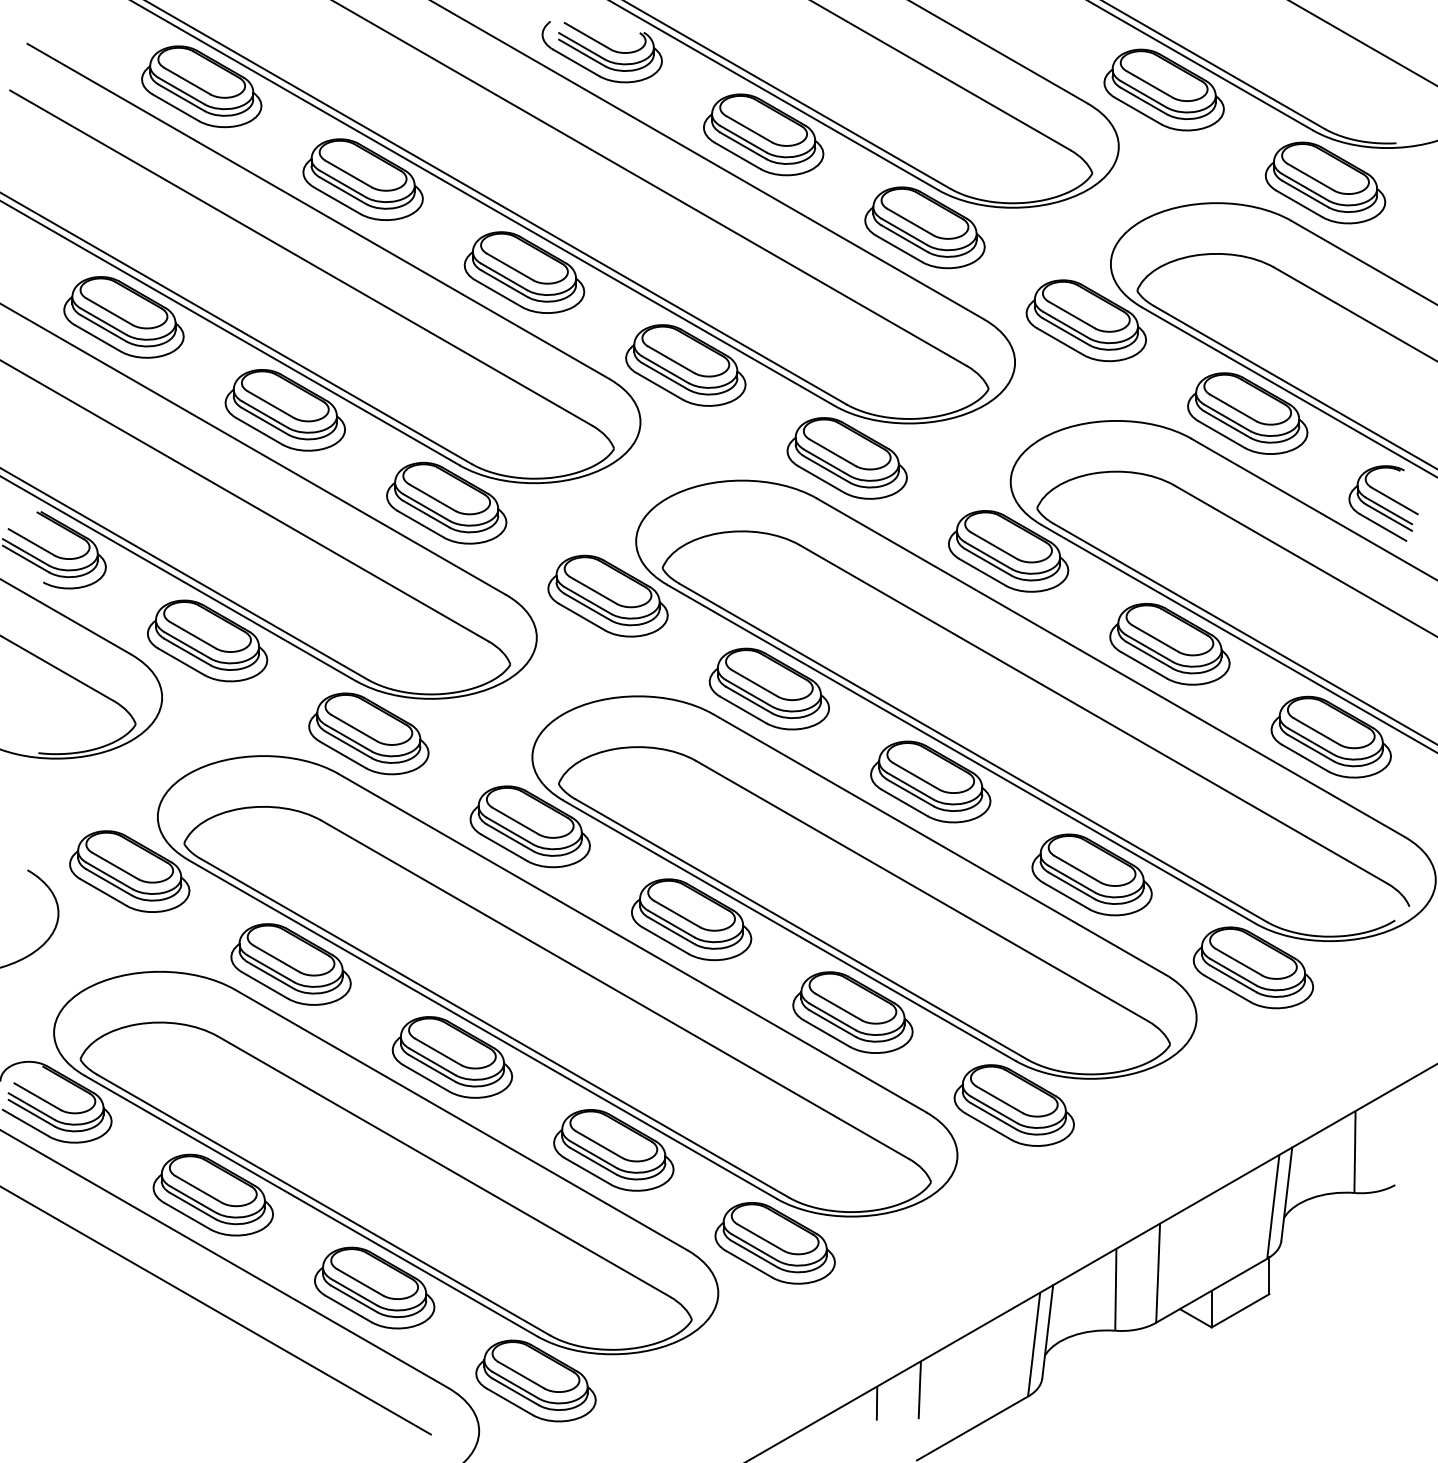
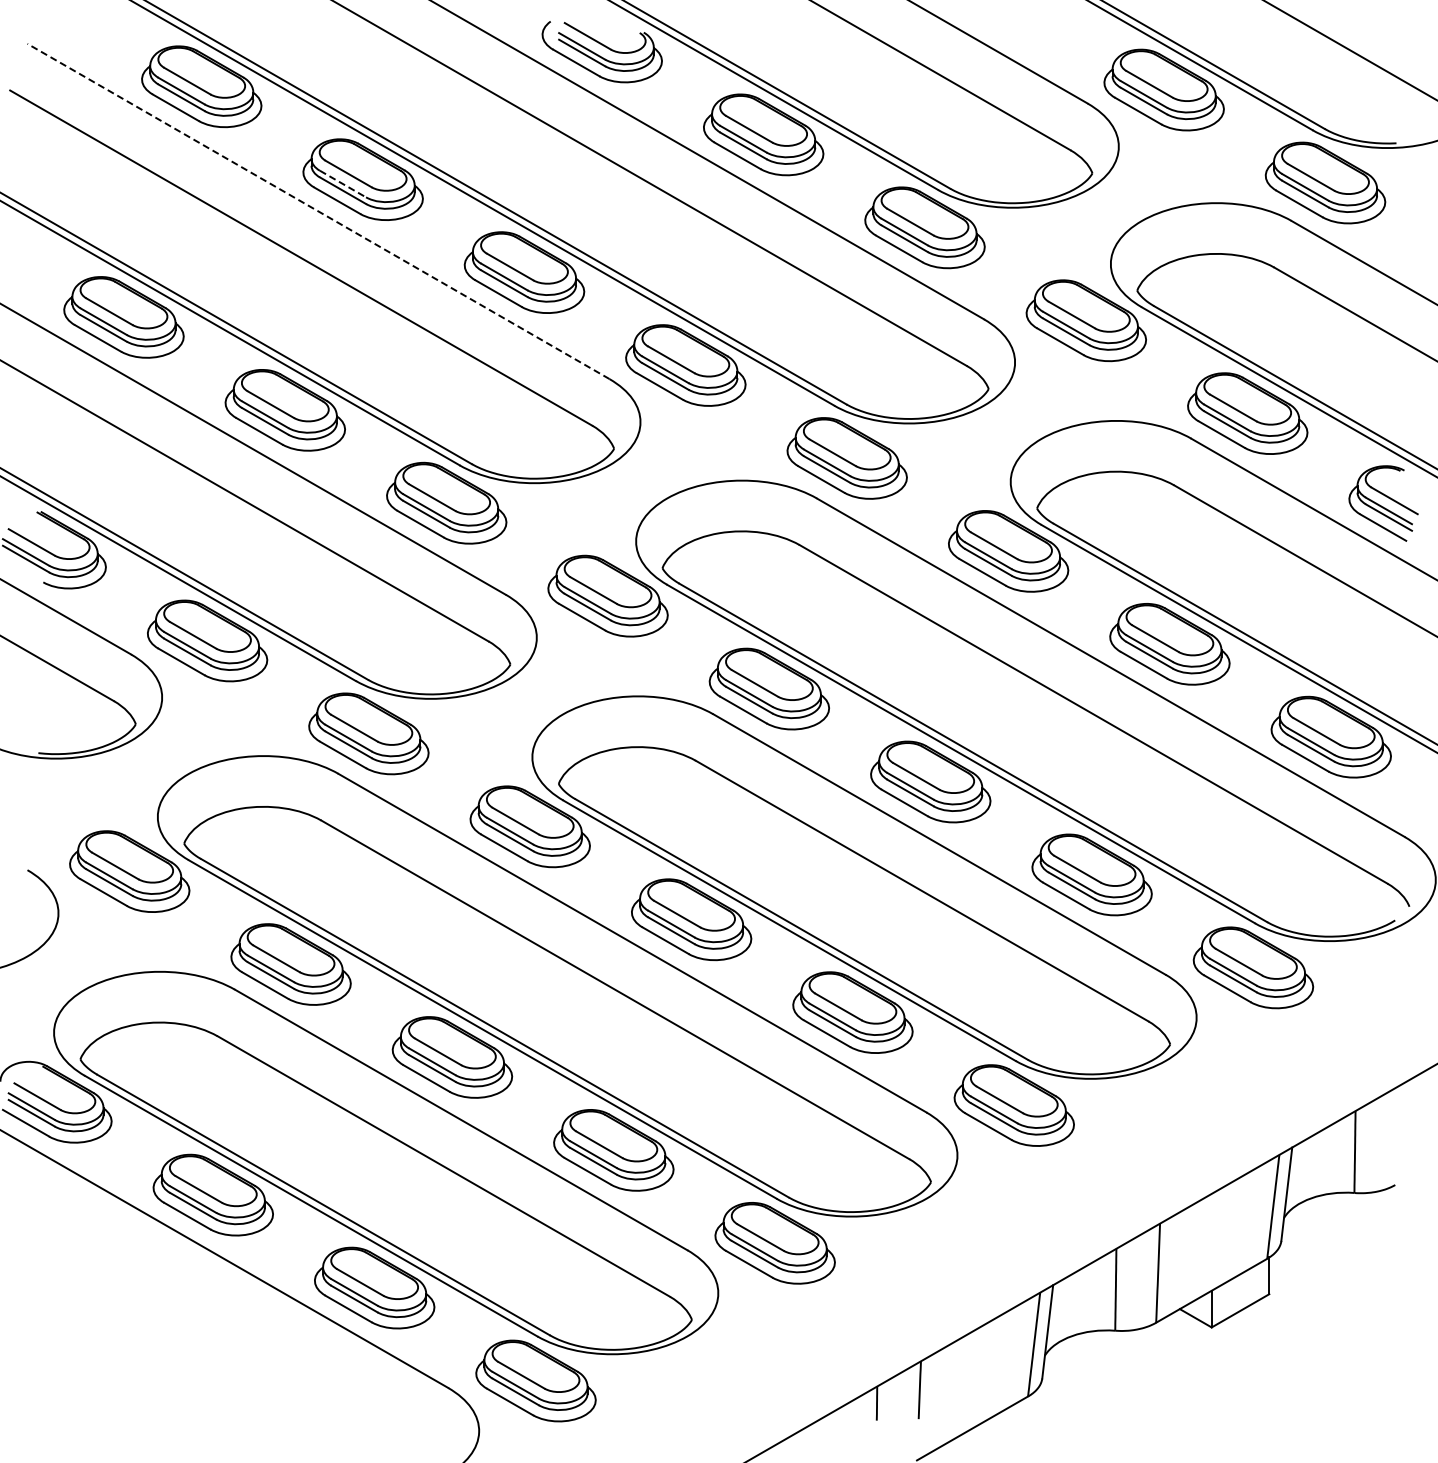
line at (1362, 43) position: (1362, 43) -> (1350, 50)
line at (342, 184): solid -> dashed
line at (318, 211): solid -> dashed
line at (216, 1310): present -> none
